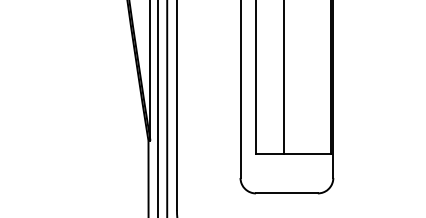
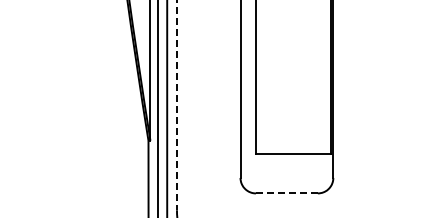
line at (284, 77): present -> none
line at (176, 105): solid -> dashed
line at (286, 193): solid -> dashed
